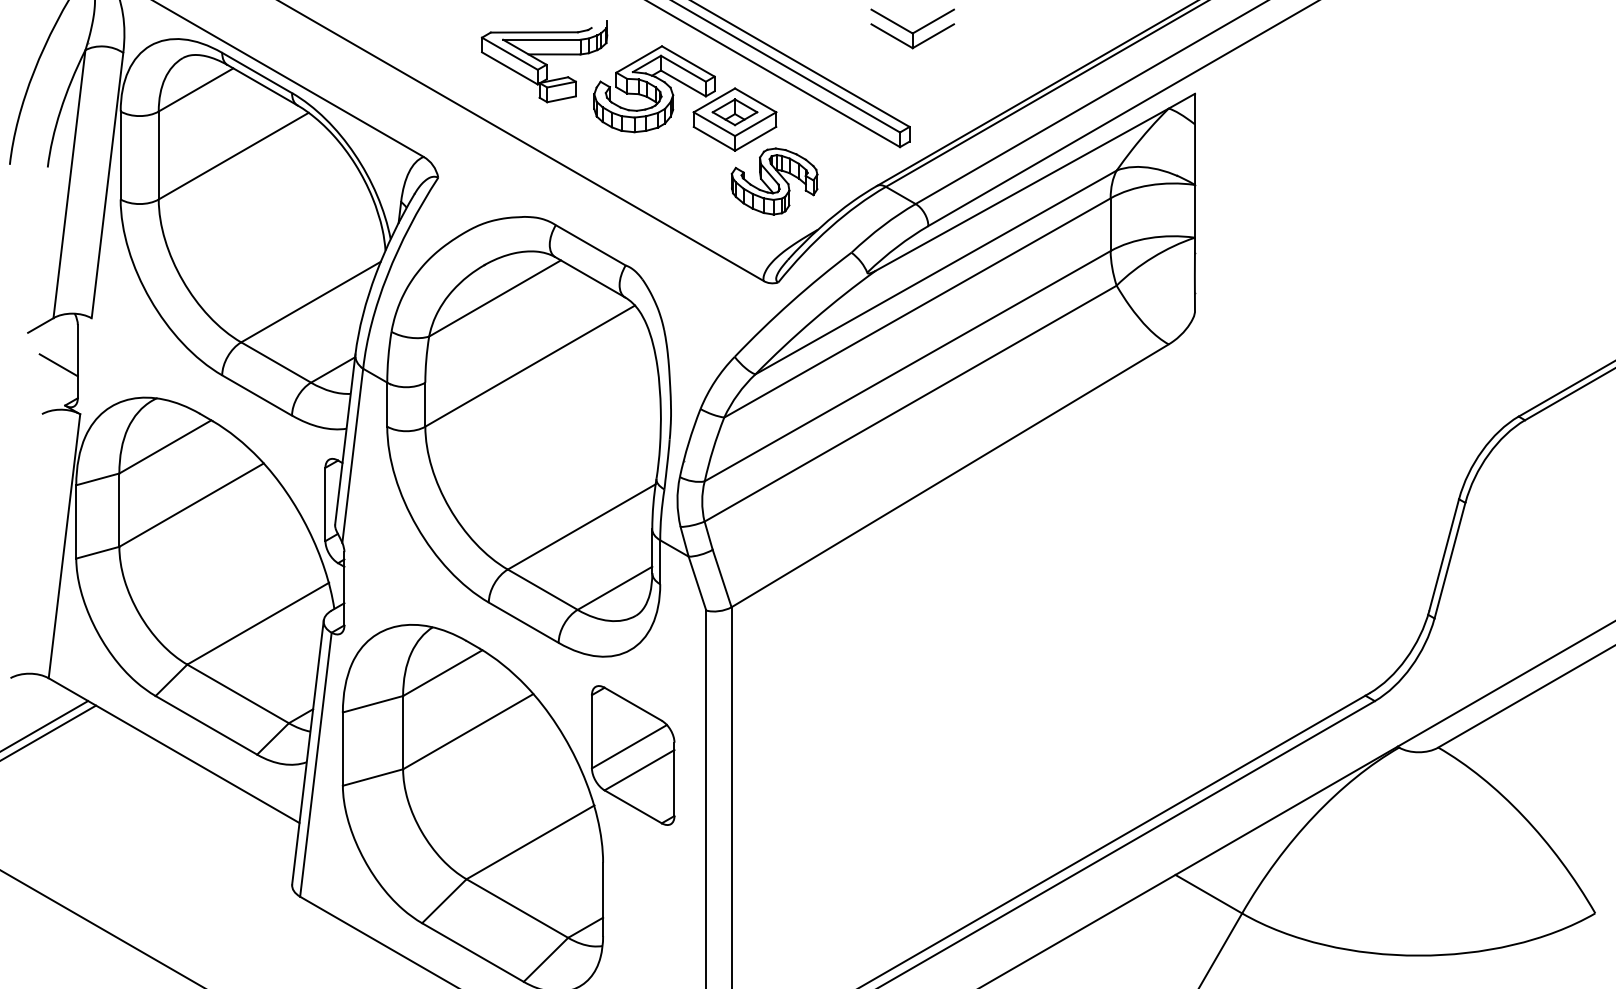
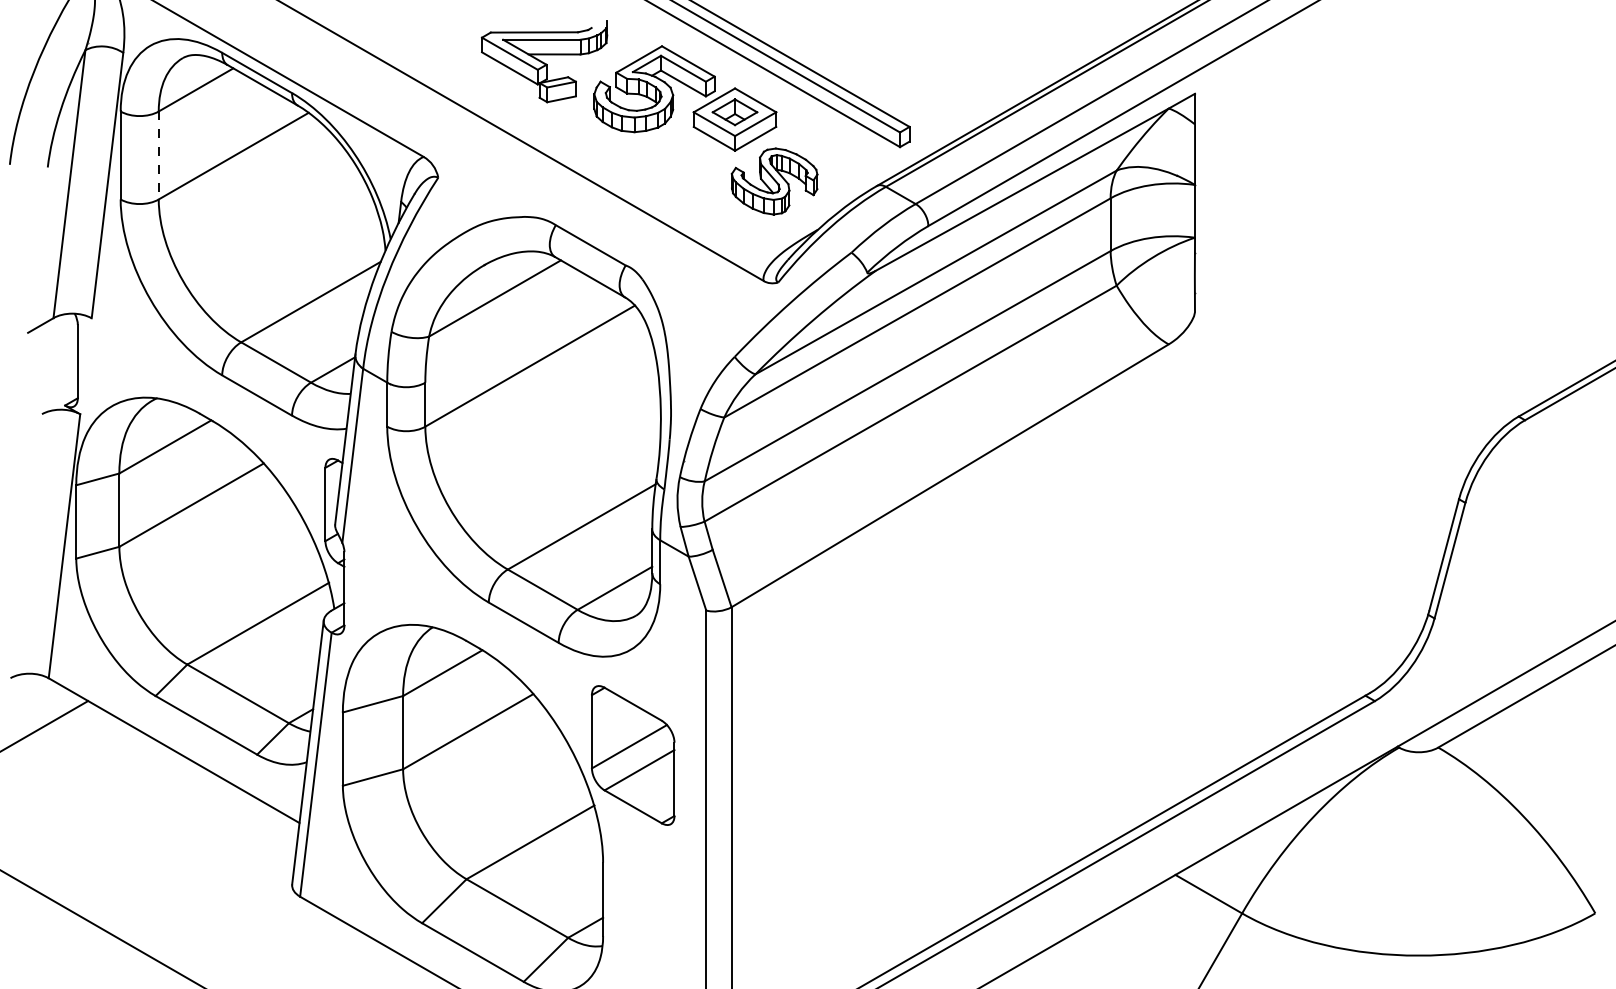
part at (912, 28): present -> none
line at (158, 155): solid -> dashed
line at (58, 365): present -> none
line at (49, 732): present -> none
